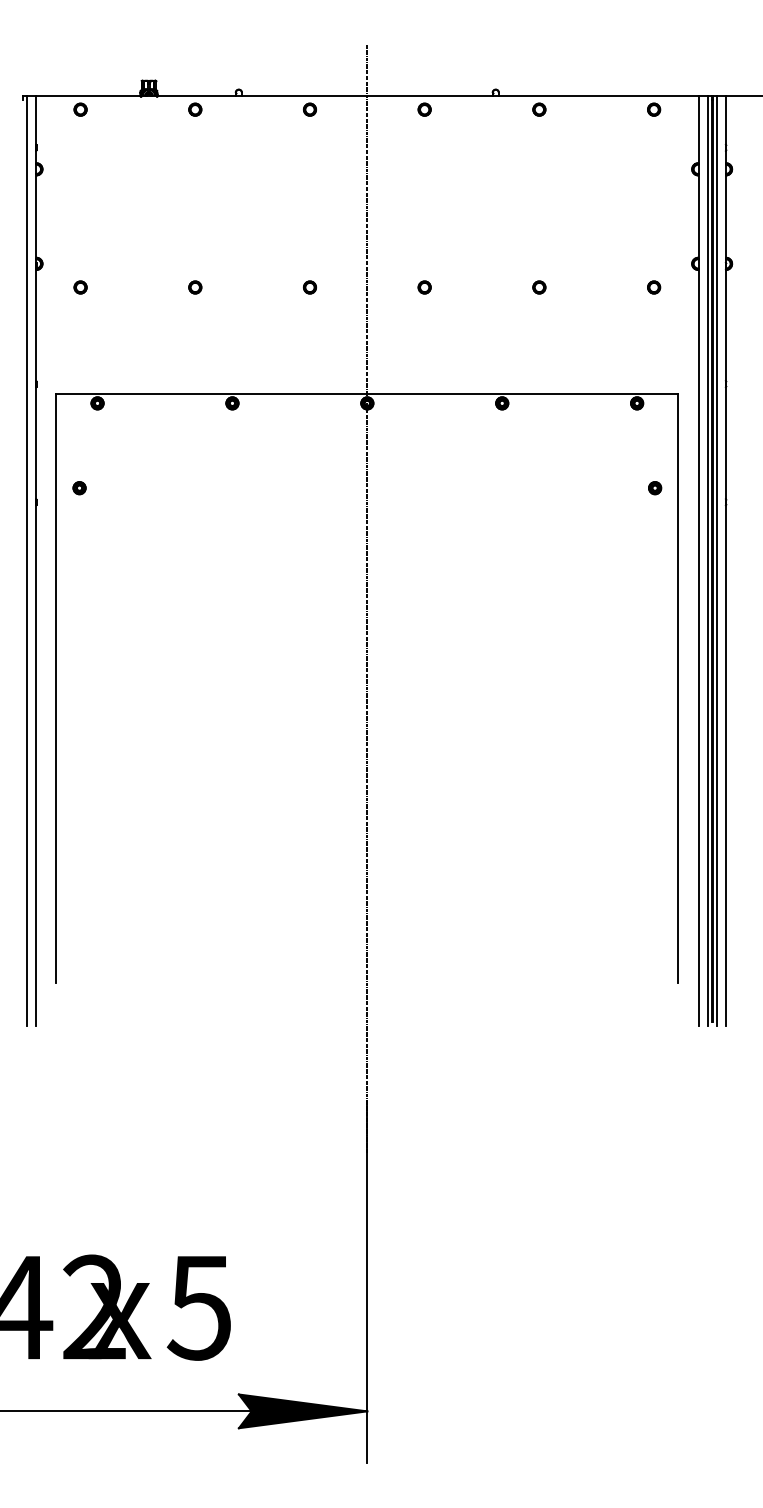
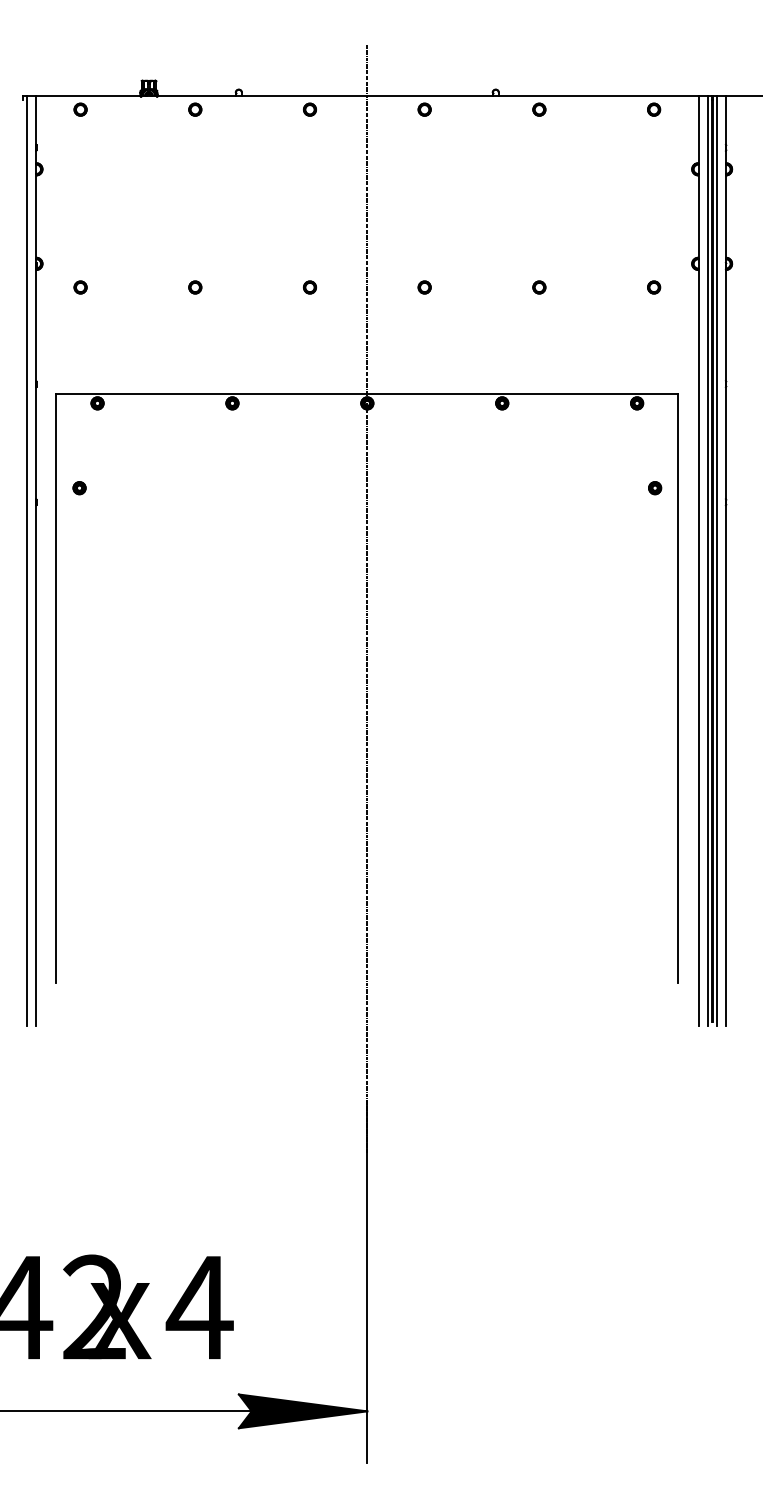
text at (199, 1308): 5 -> 4
